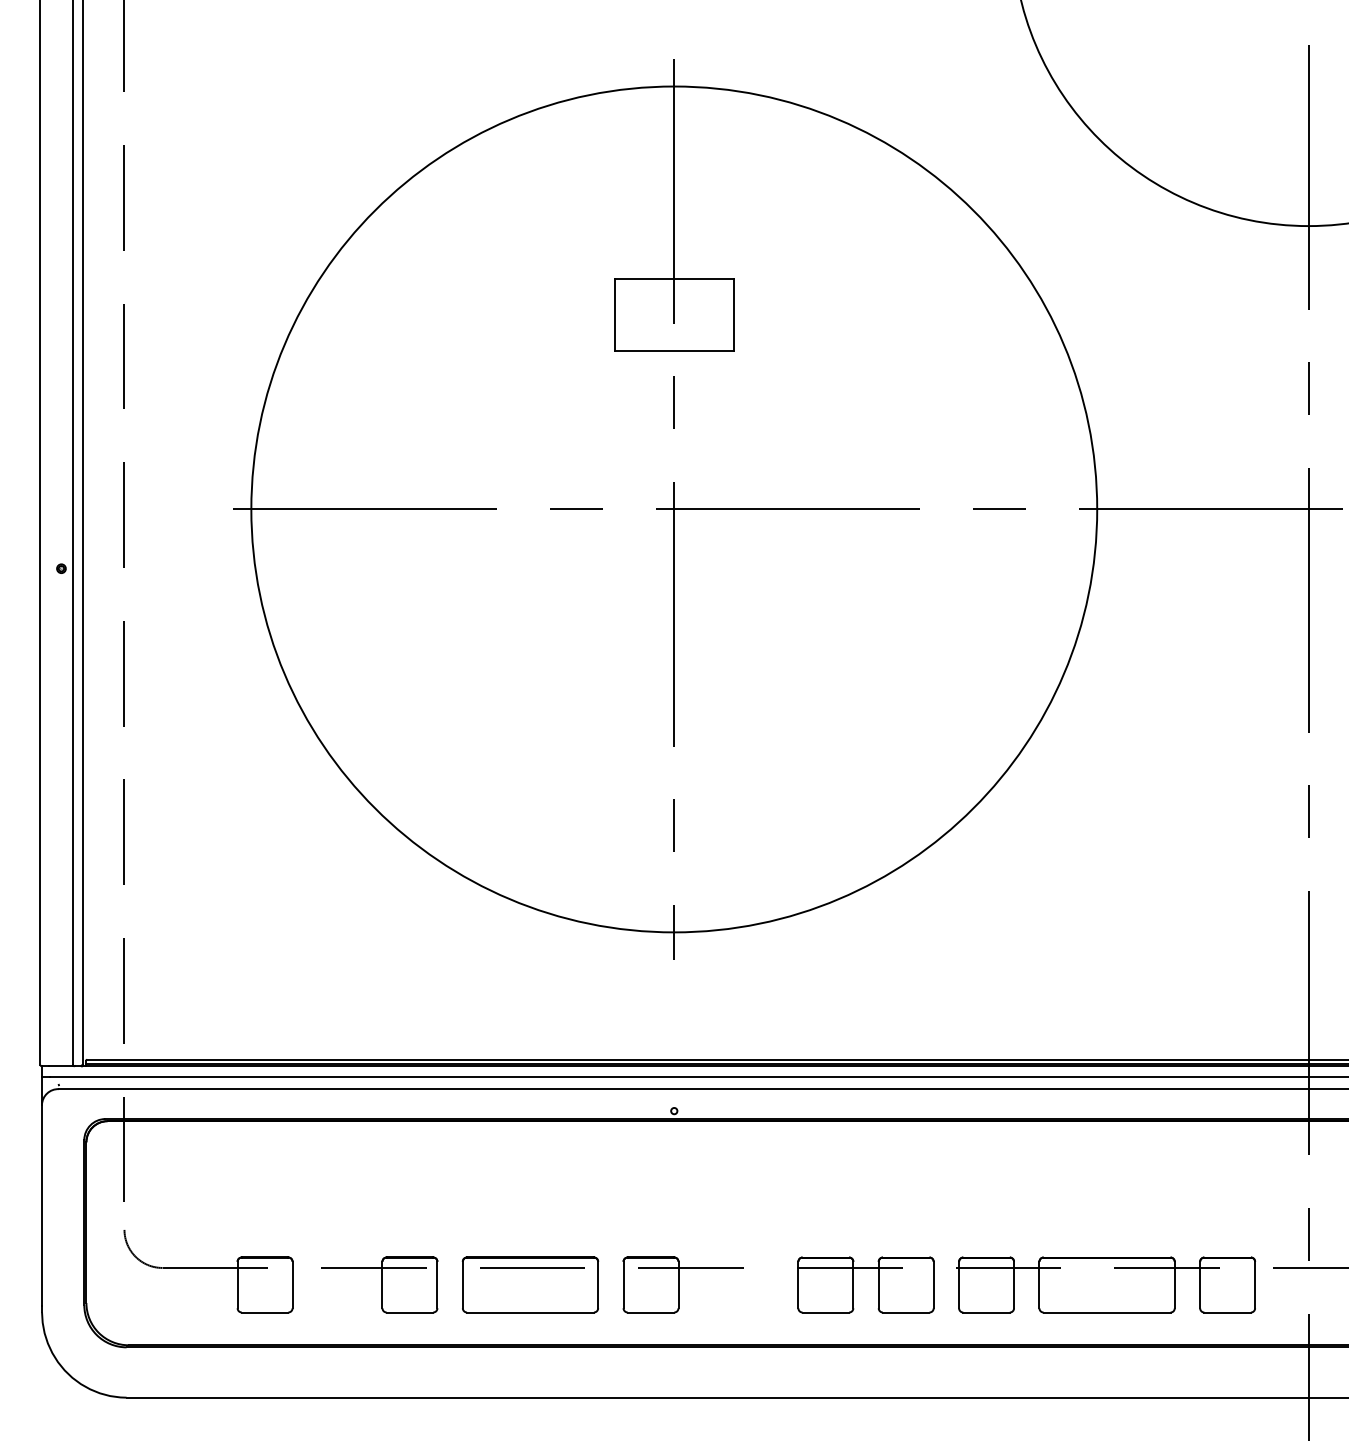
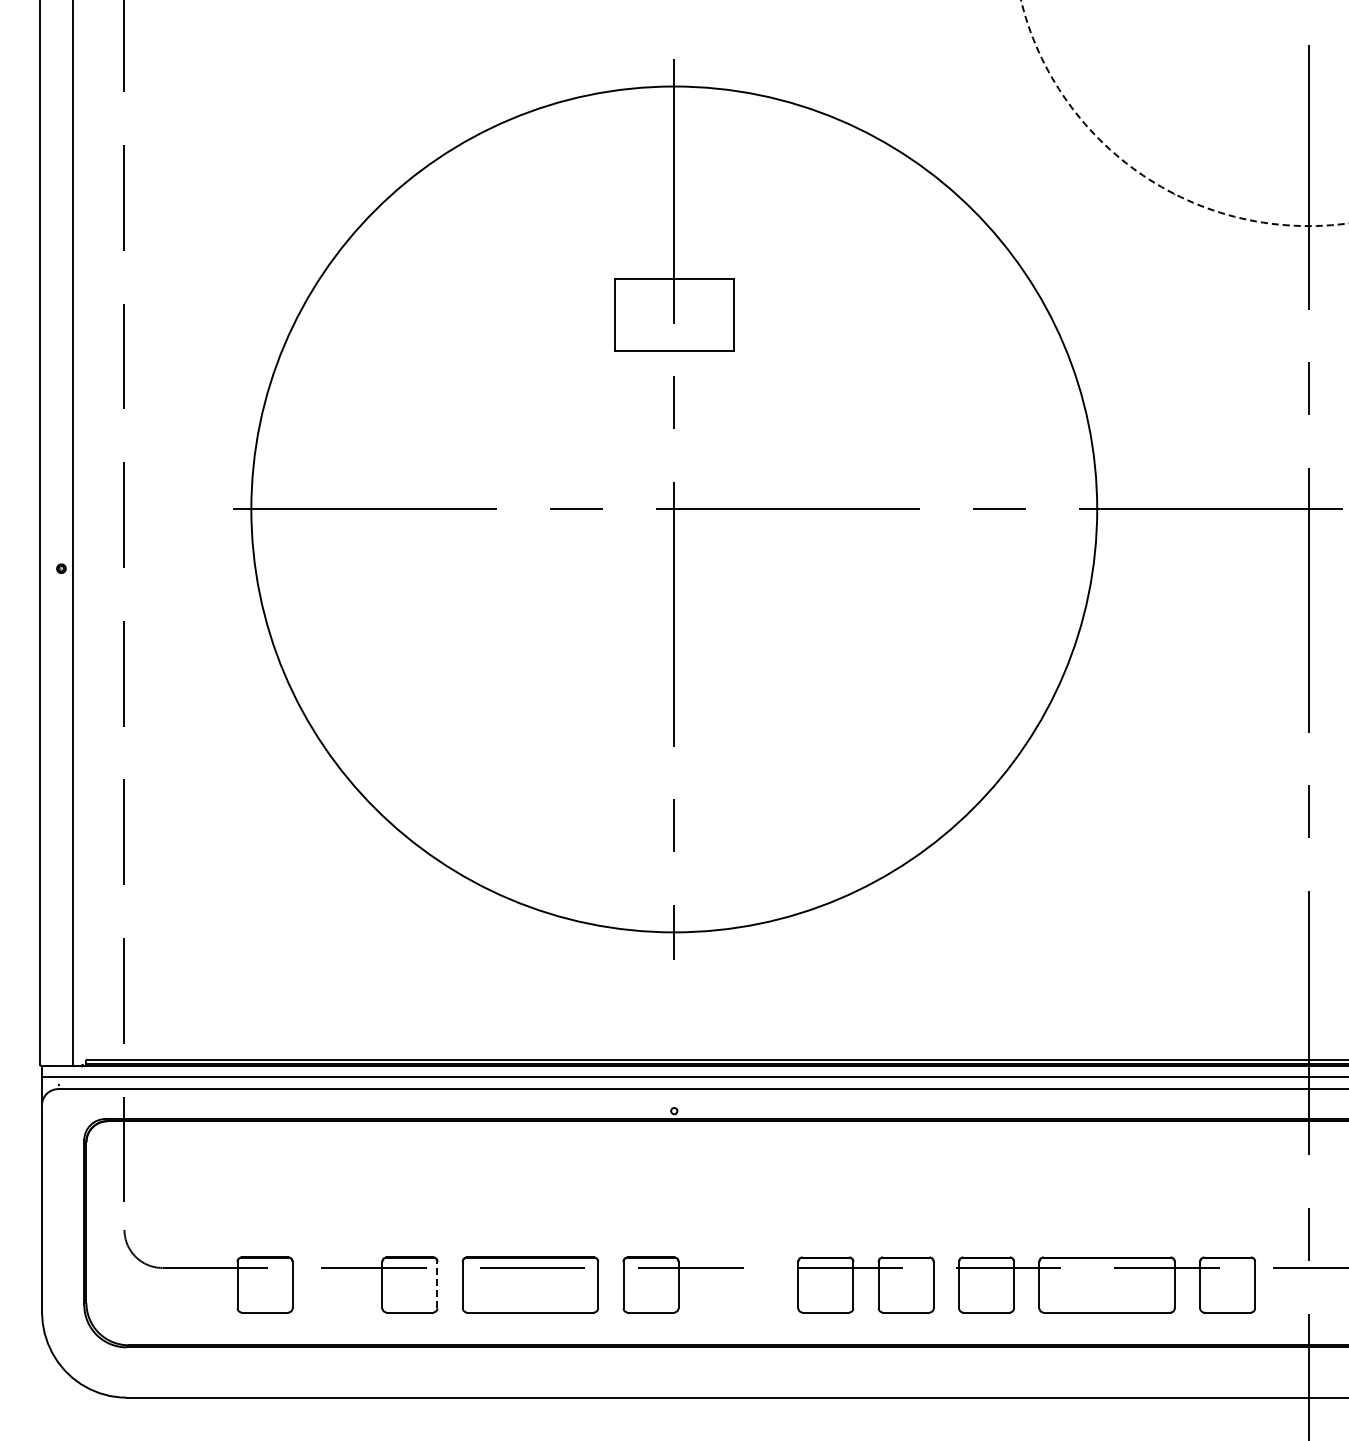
circle at (1184, 113): solid -> dashed
line at (82, 533): present -> none
line at (437, 1284): solid -> dashed
